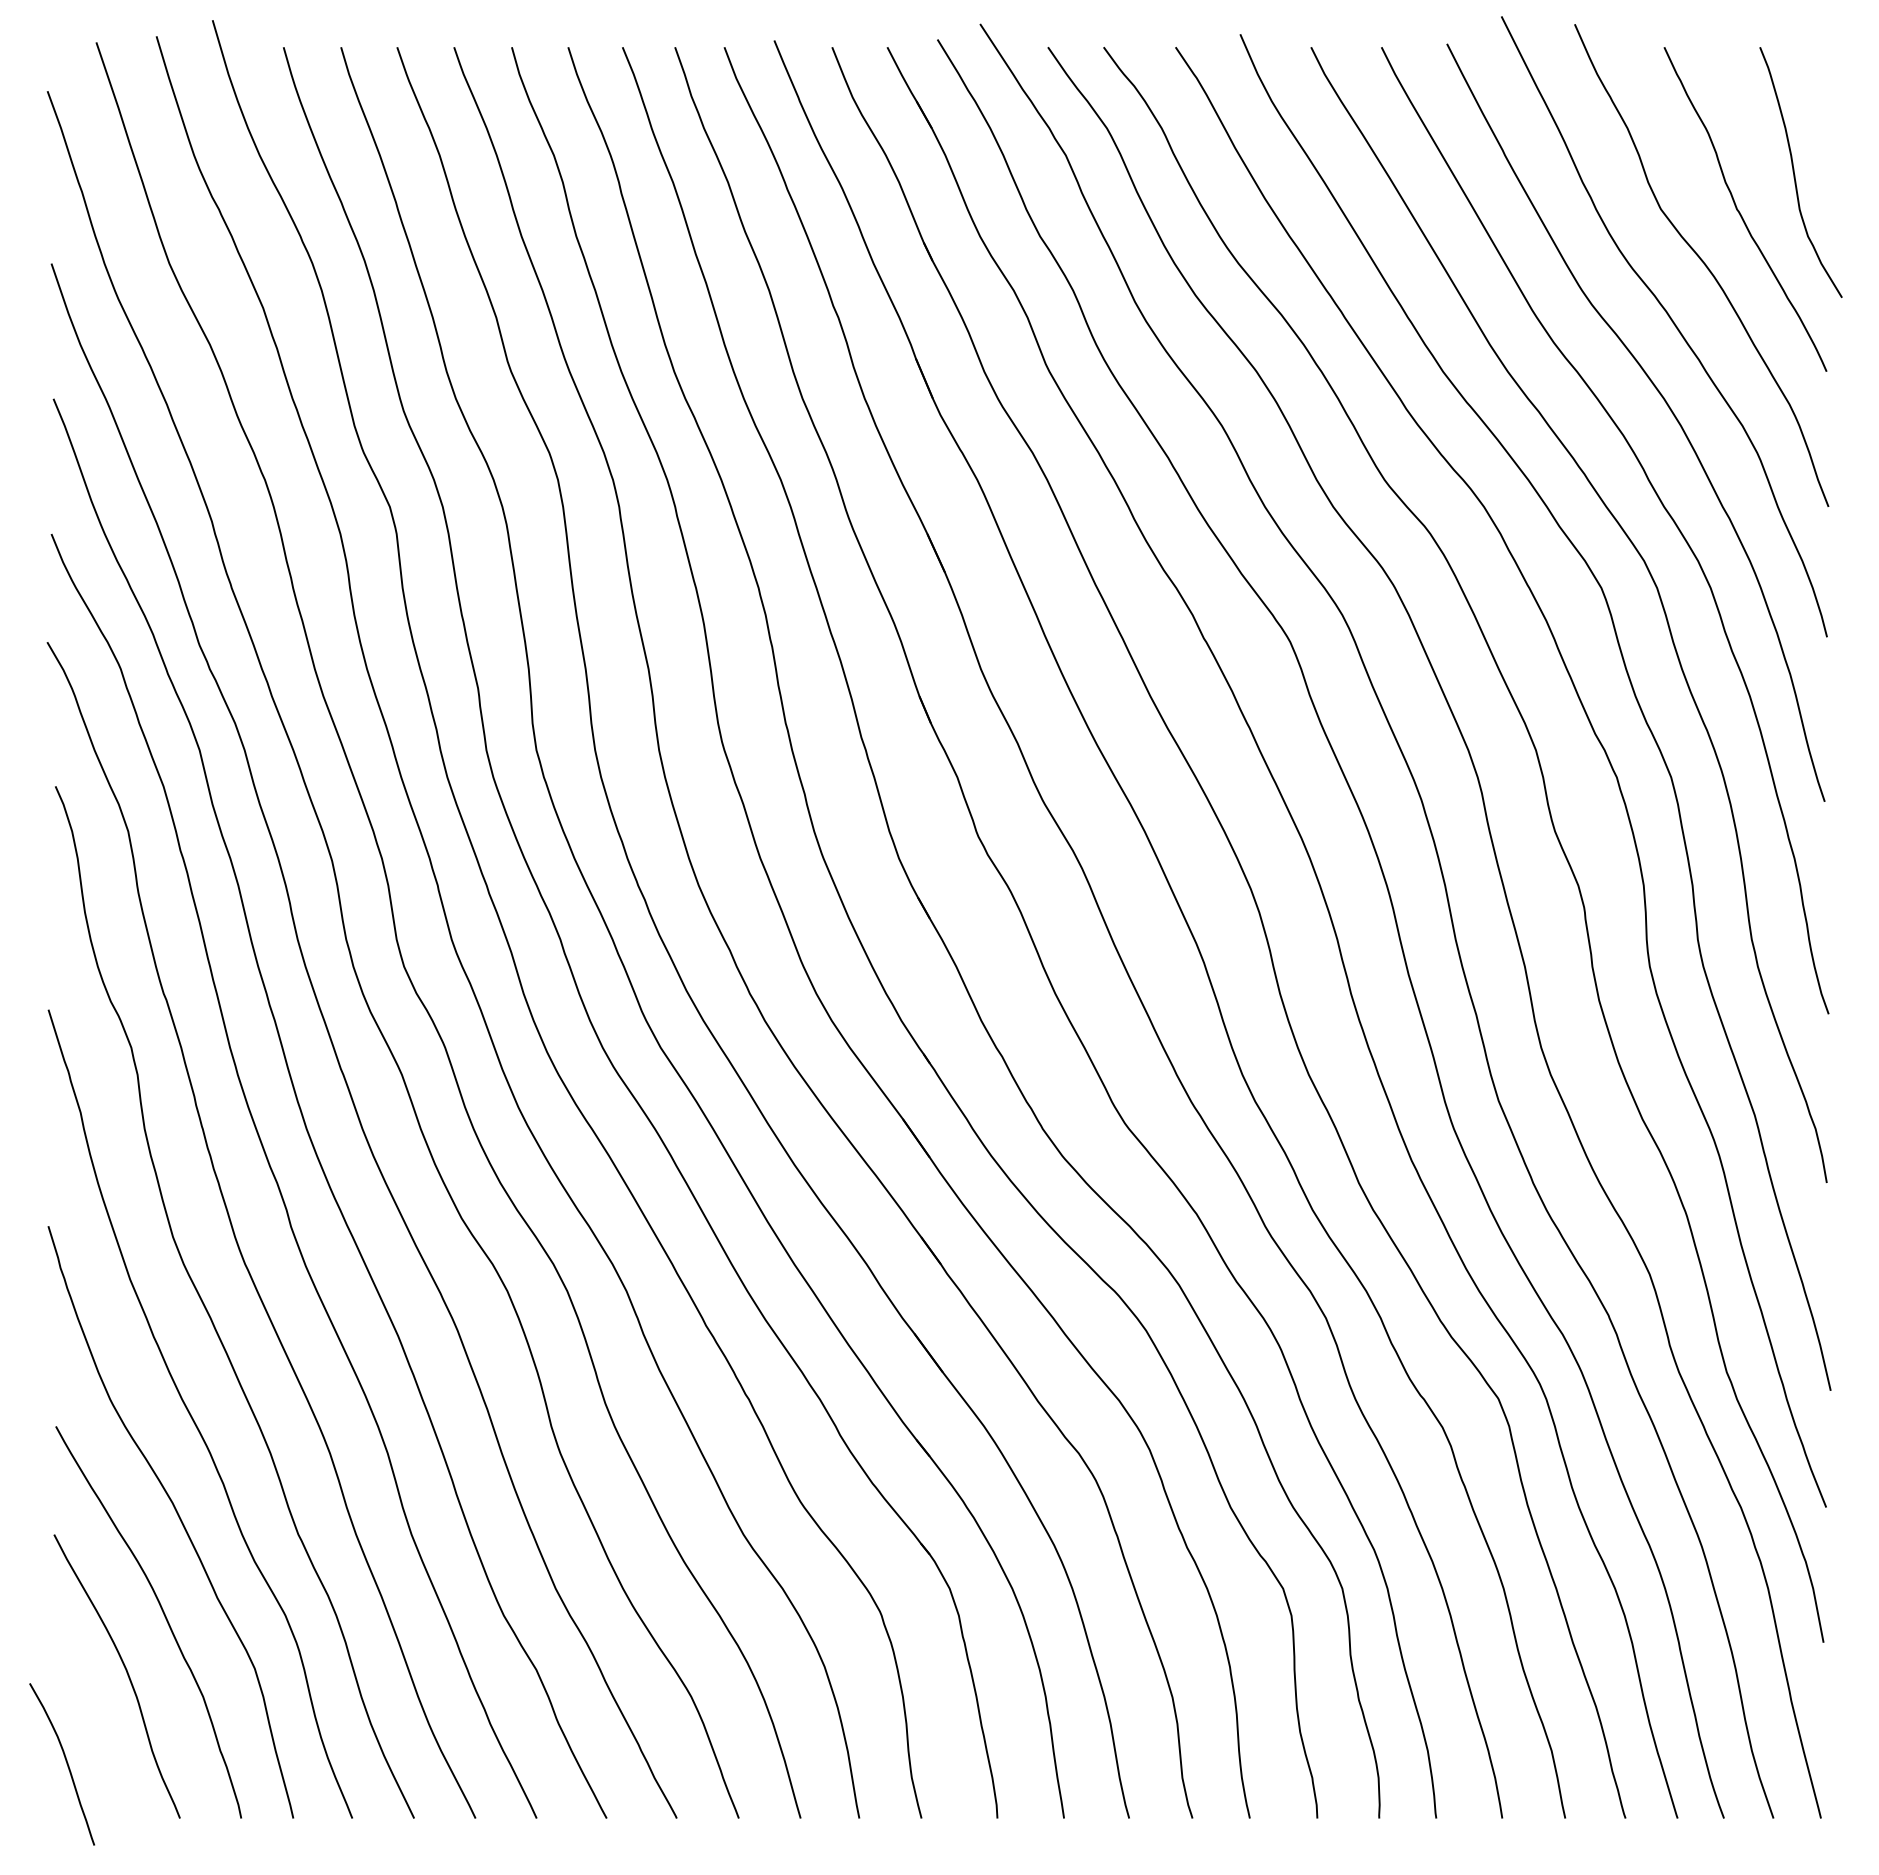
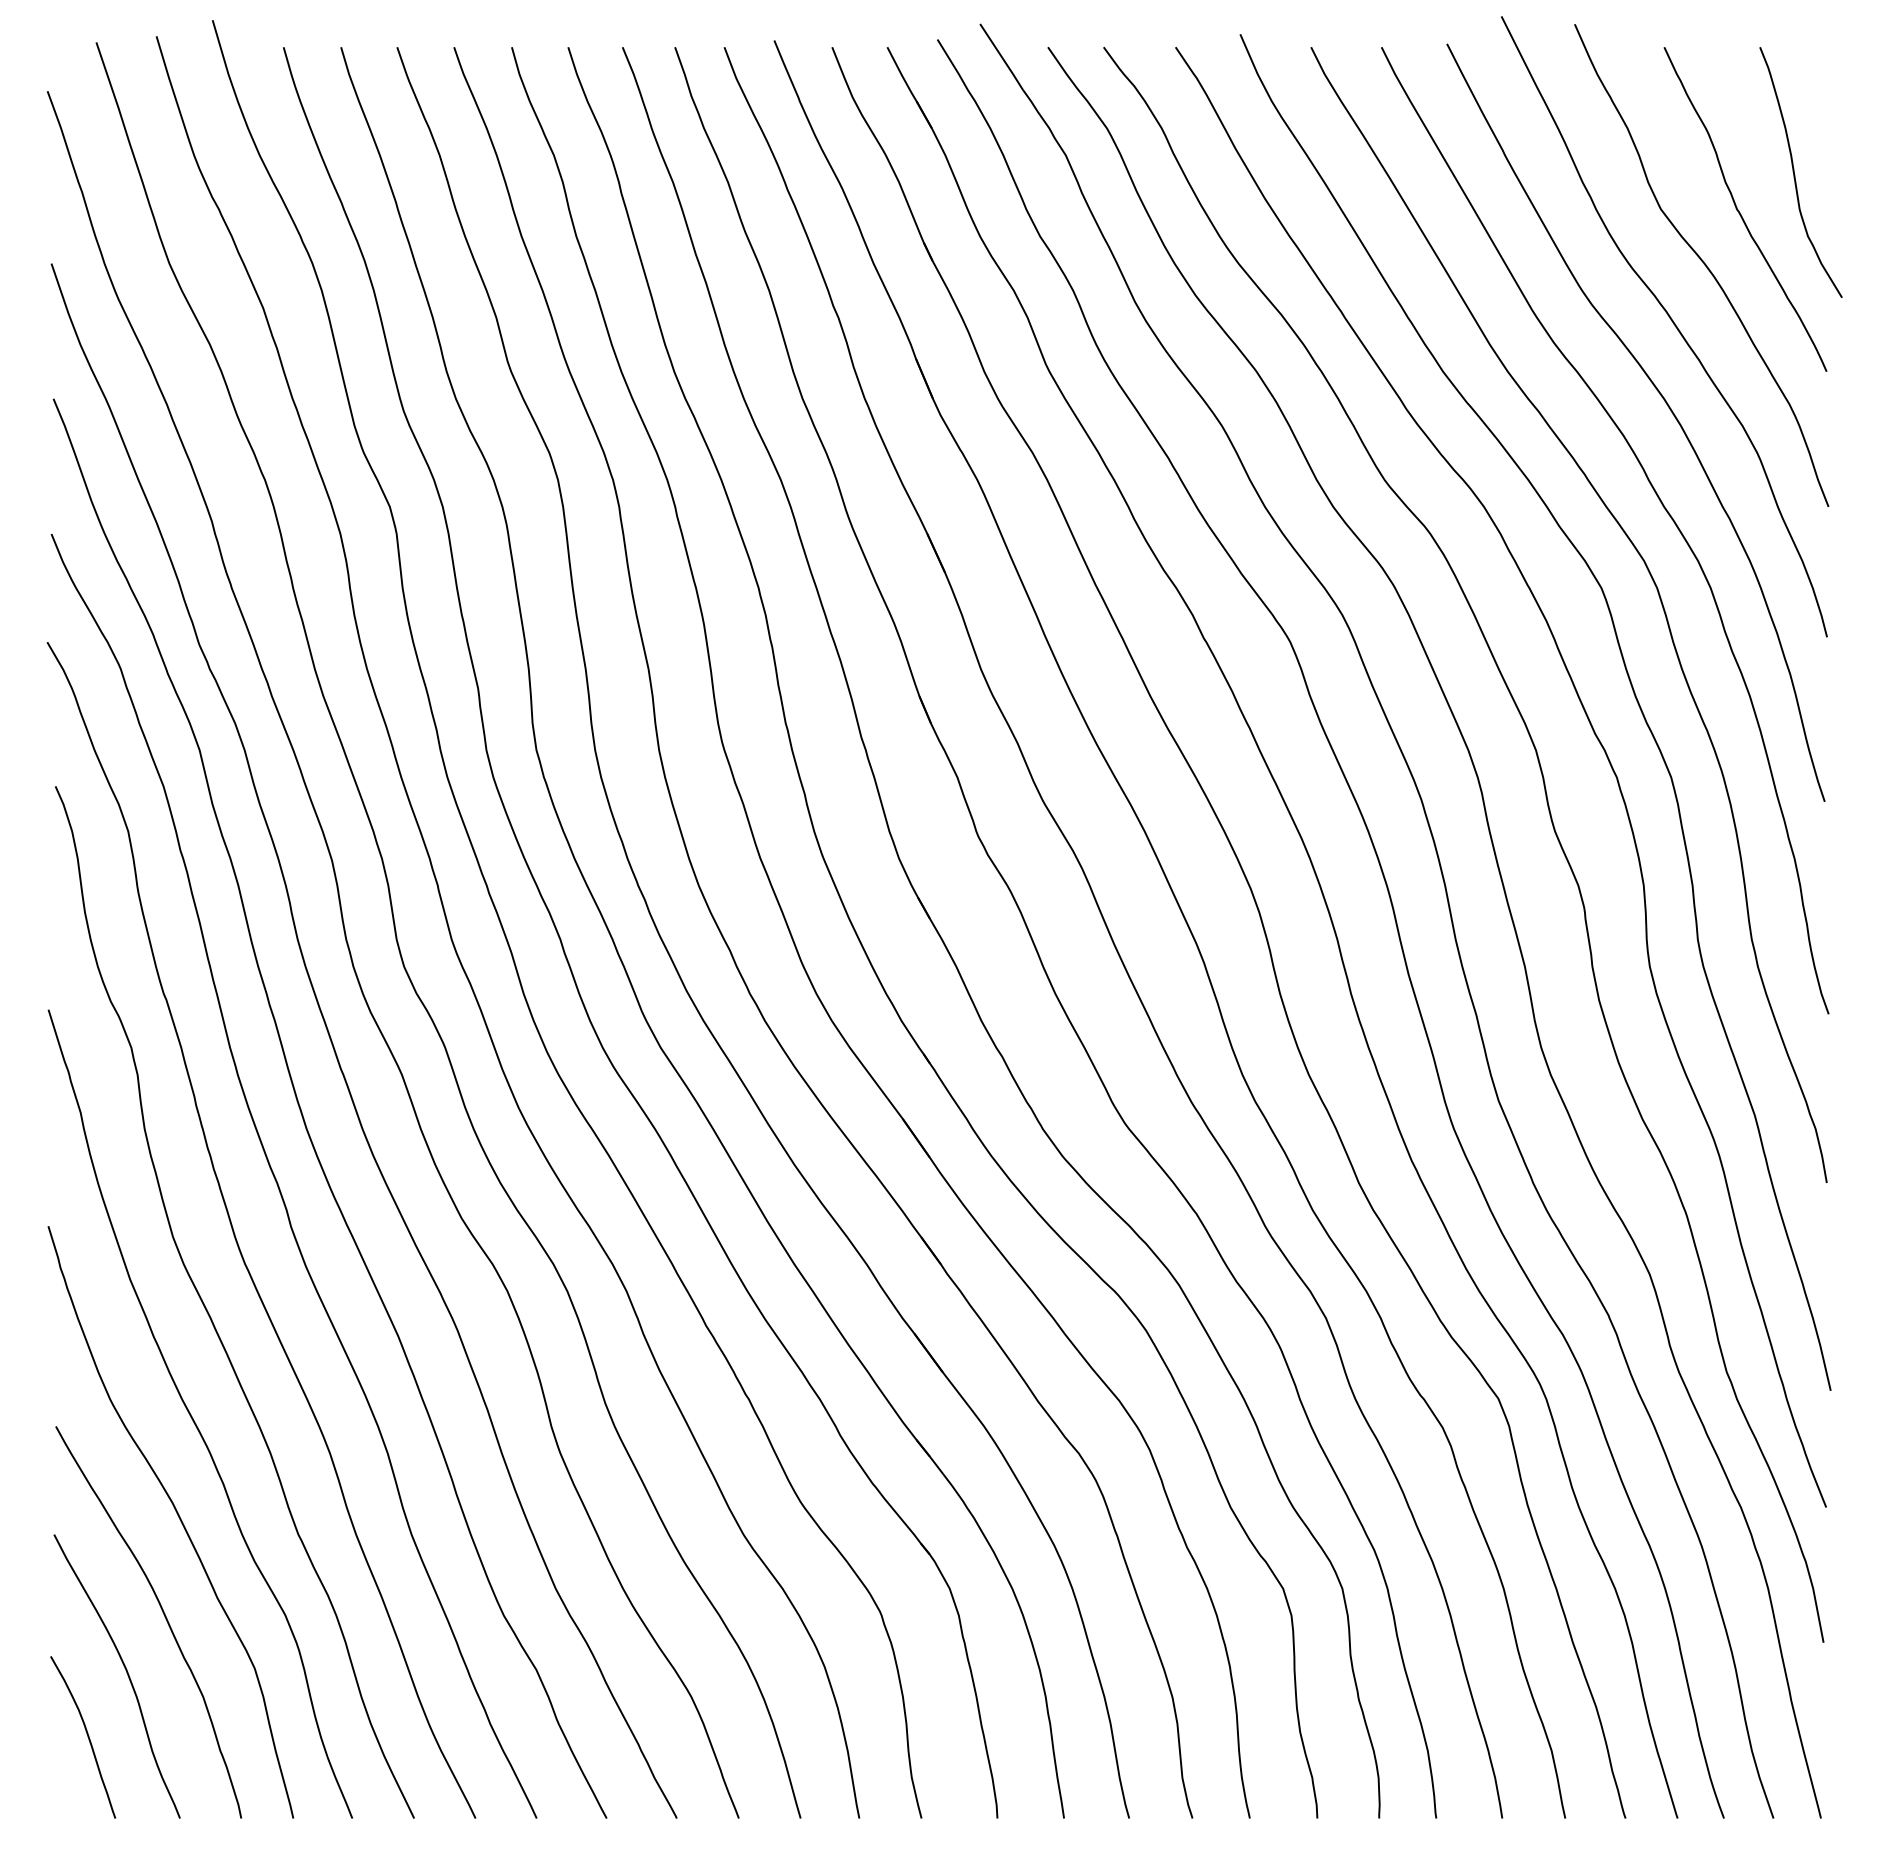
curve at (65, 1761) position: (65, 1761) -> (86, 1734)
